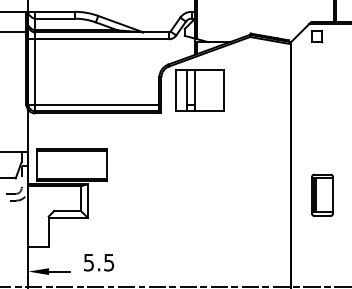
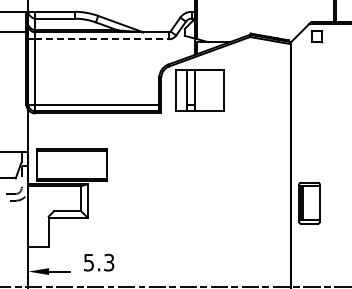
line at (102, 39): solid -> dashed
part at (322, 194) position: (322, 194) -> (309, 202)
text at (109, 261): 5.5 -> 5.3
